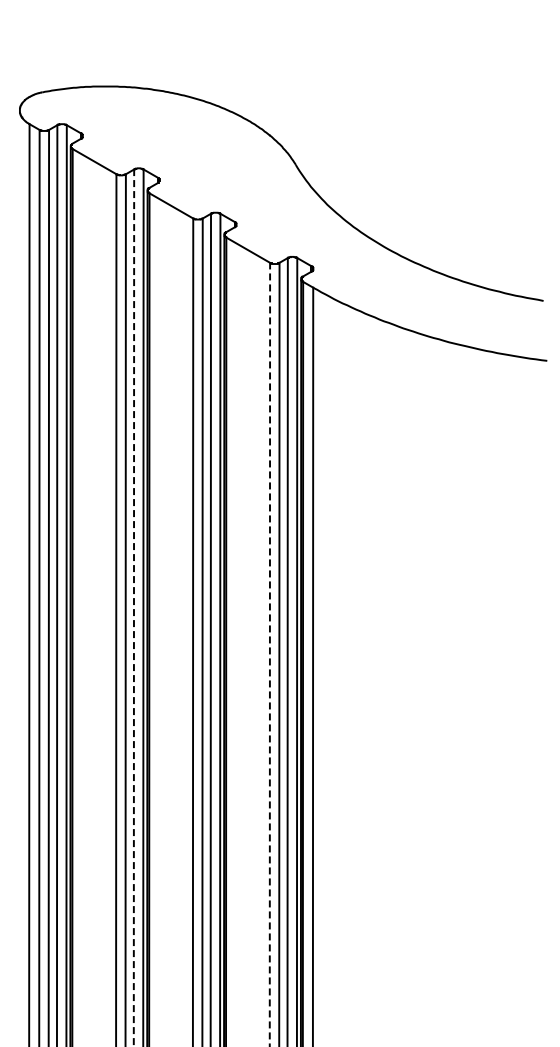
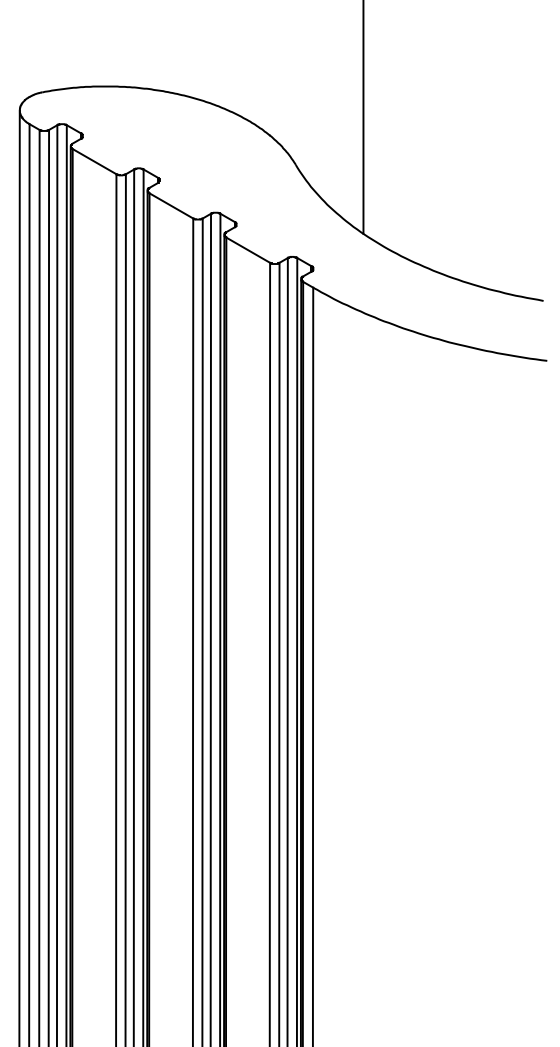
line at (363, 117): none -> present
line at (19, 576): none -> present
line at (133, 607): dashed -> solid
line at (269, 654): dashed -> solid
